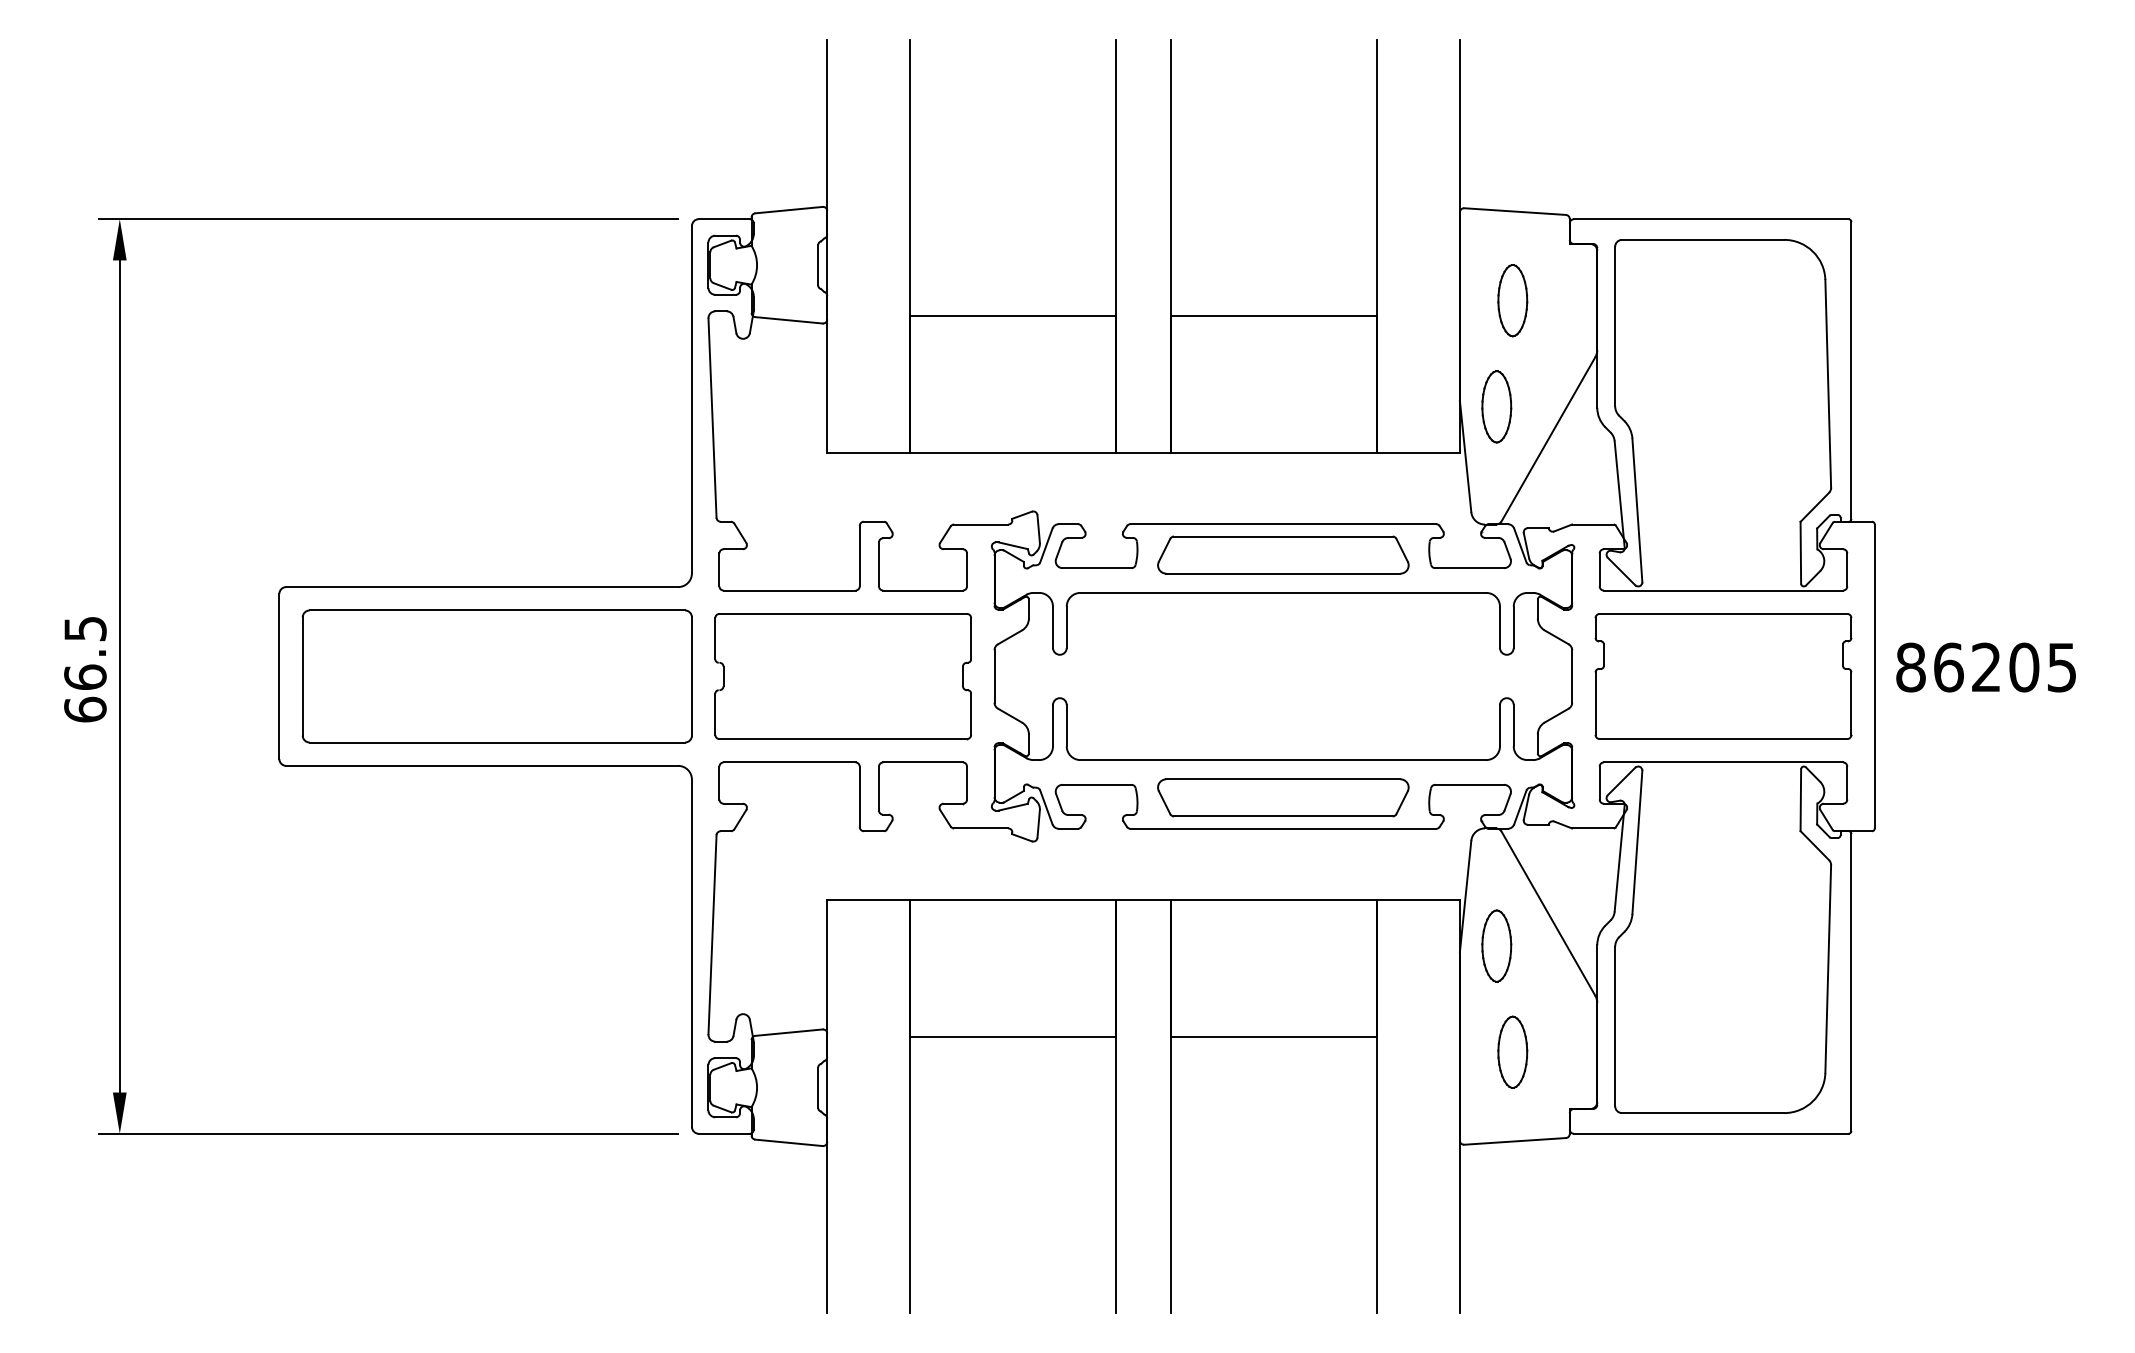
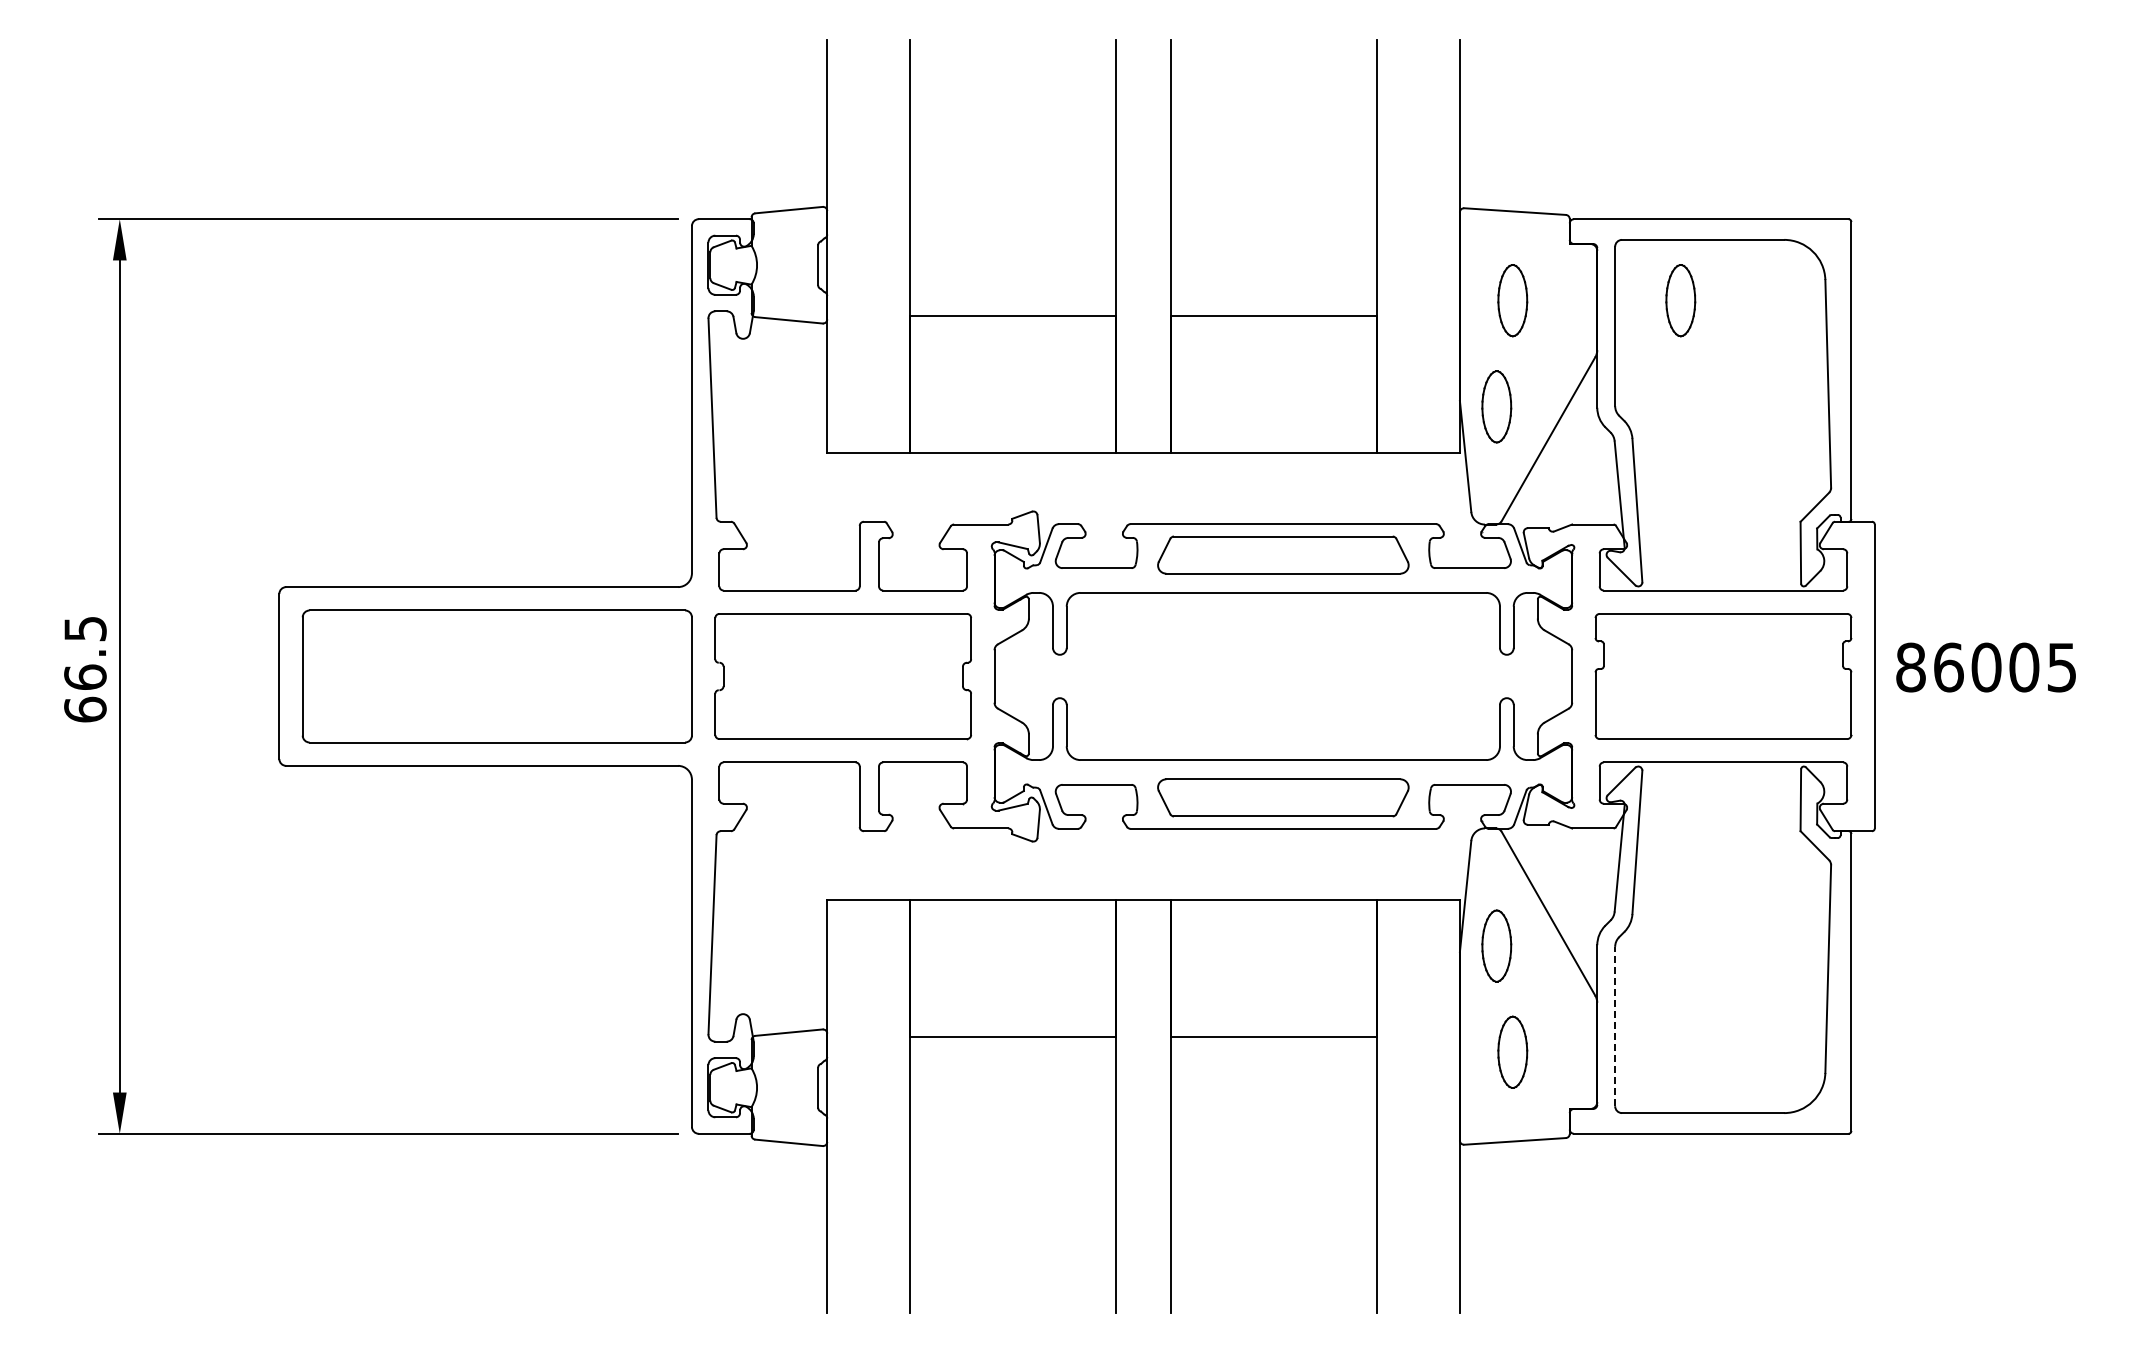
part at (1680, 300): none -> present
text at (1986, 667): 86205 -> 86005
line at (1615, 1026): solid -> dashed
